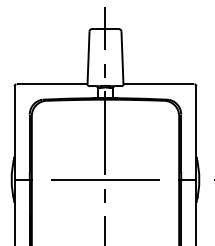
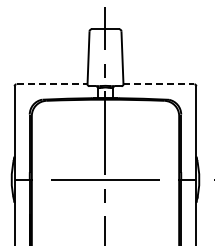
line at (52, 84): solid -> dashed
line at (159, 84): solid -> dashed
